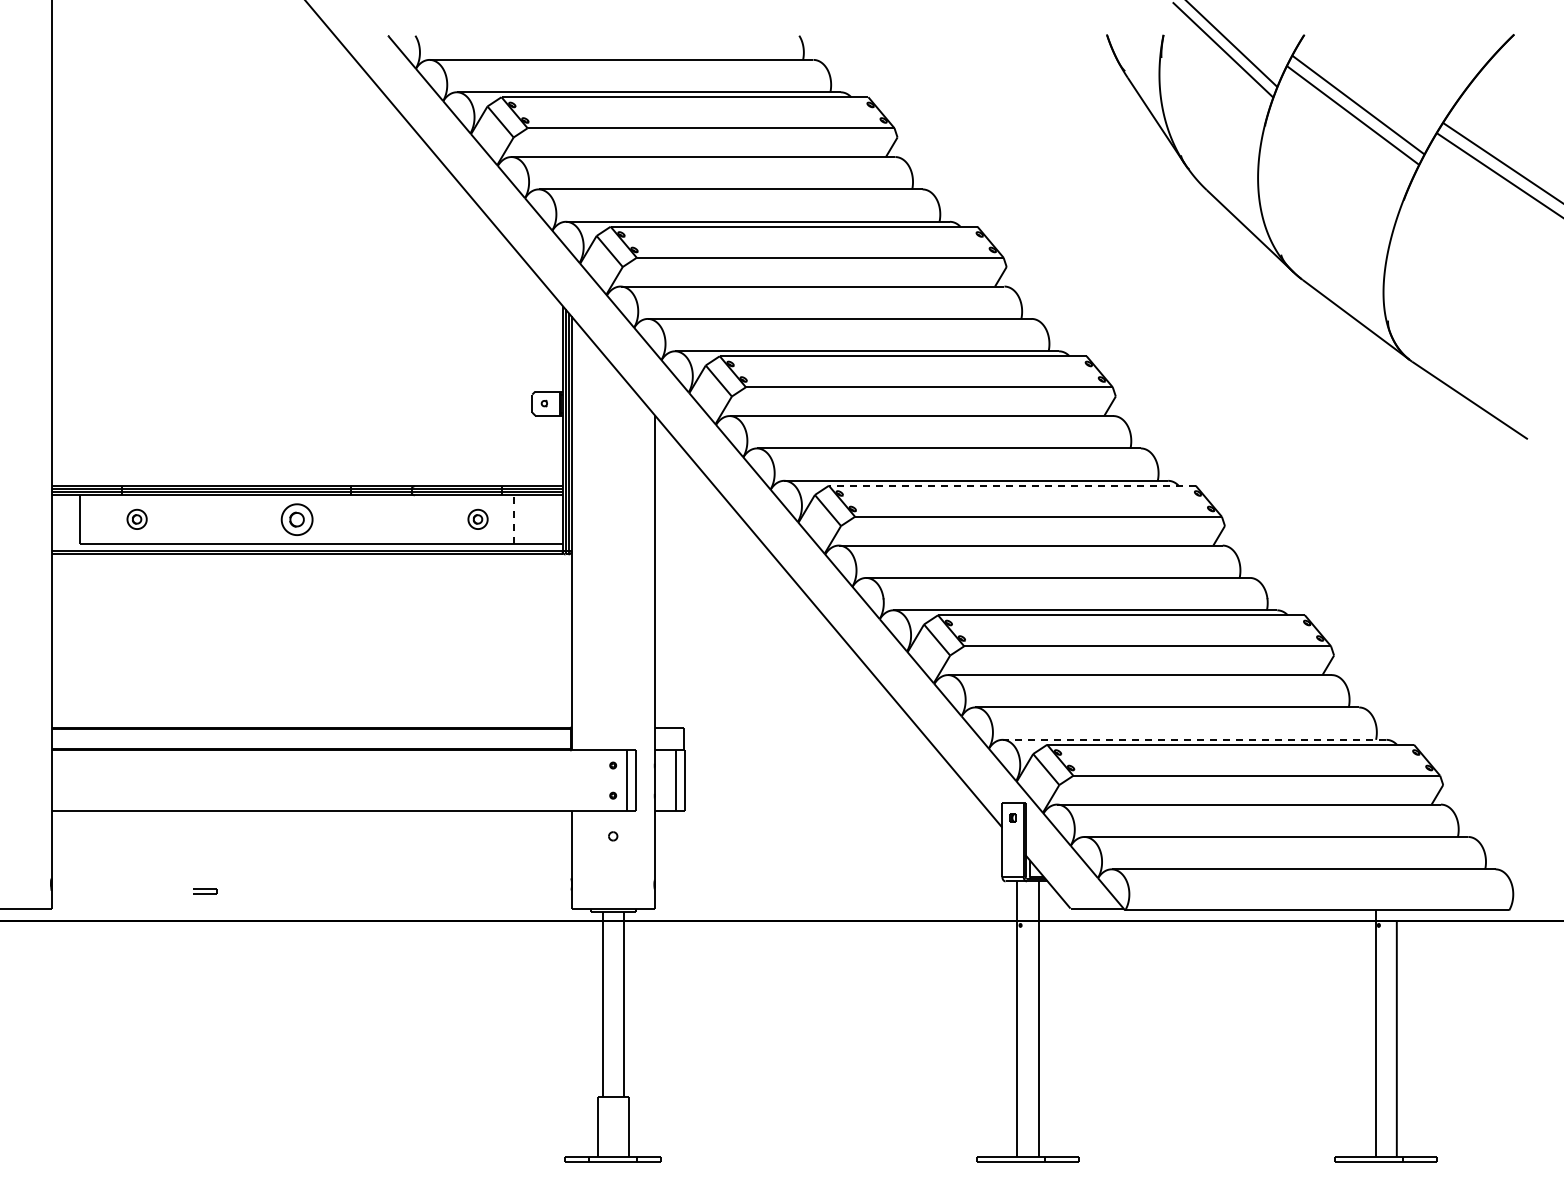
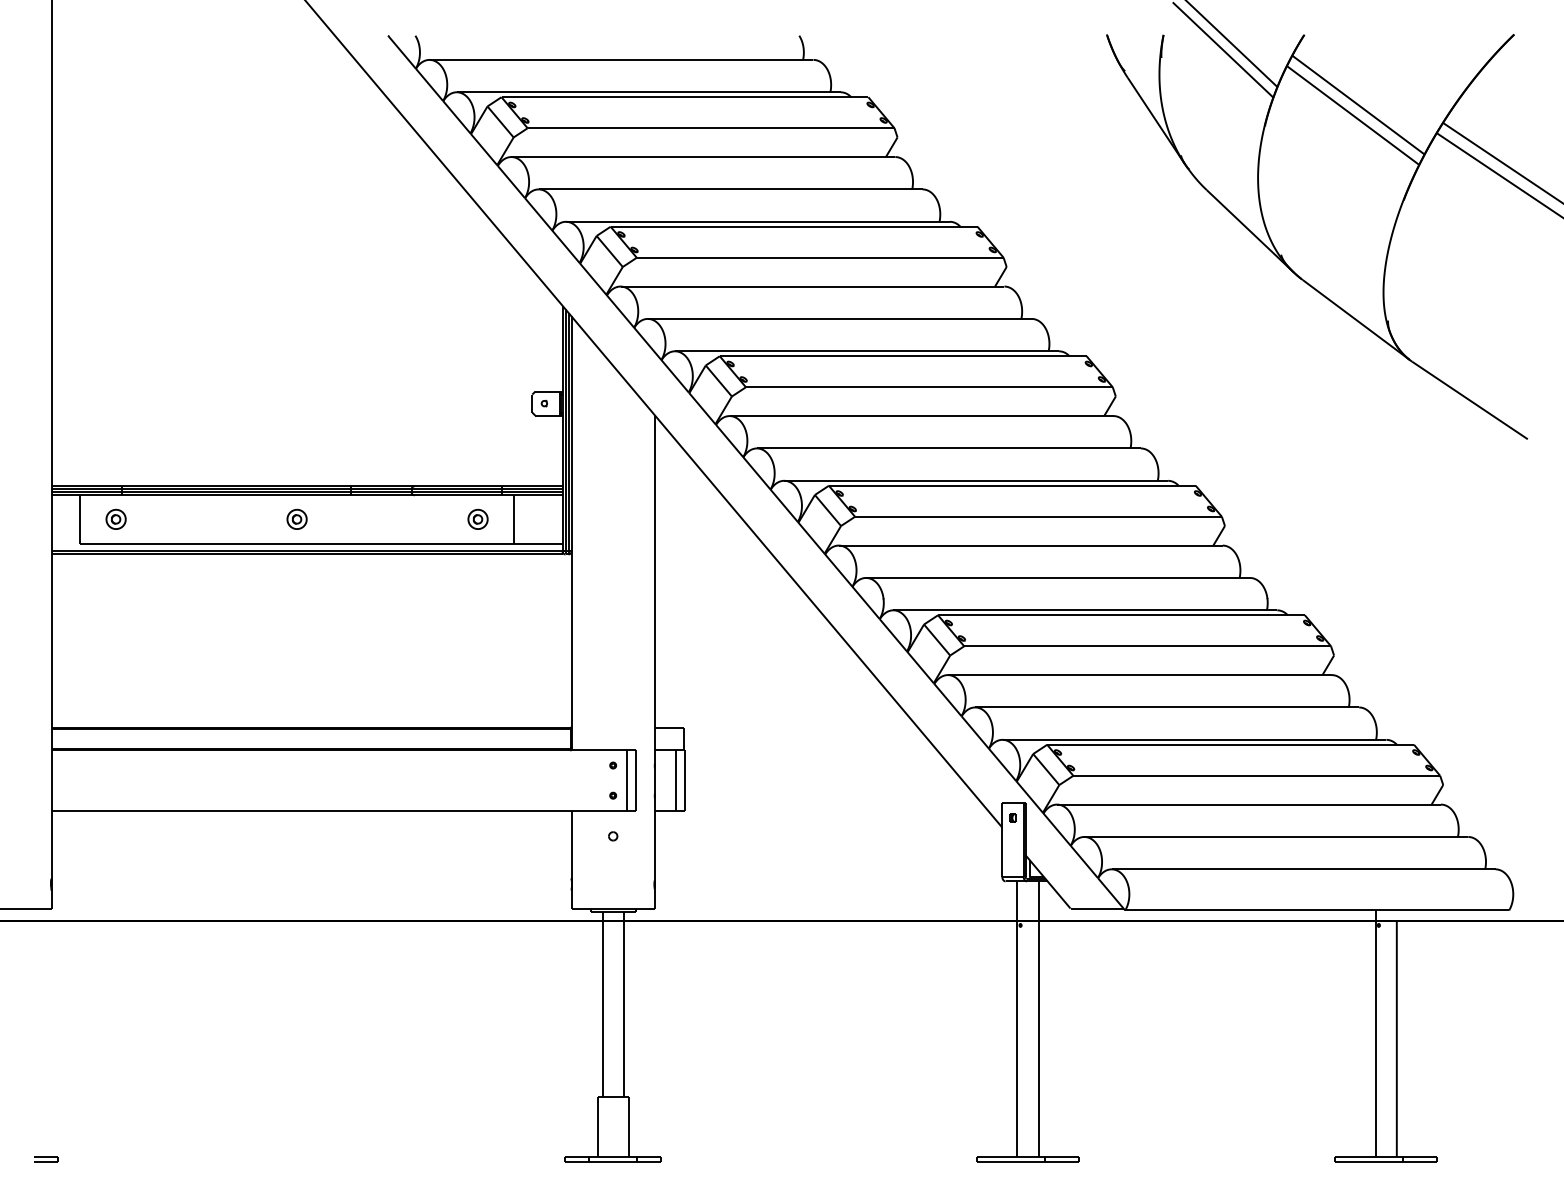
line at (1011, 485): dashed -> solid
part at (136, 518) position: (136, 518) -> (115, 518)
line at (514, 518): dashed -> solid
part at (296, 519) size: 34x33 px -> 22x22 px
line at (1194, 739): dashed -> solid
part at (205, 891) position: (205, 891) -> (46, 1159)
